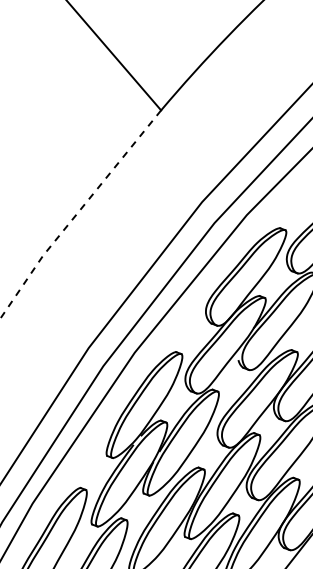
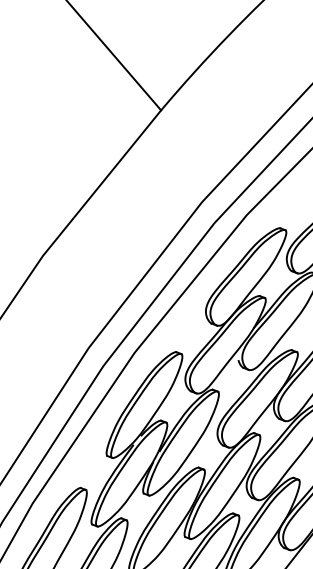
line at (77, 213): dashed -> solid
